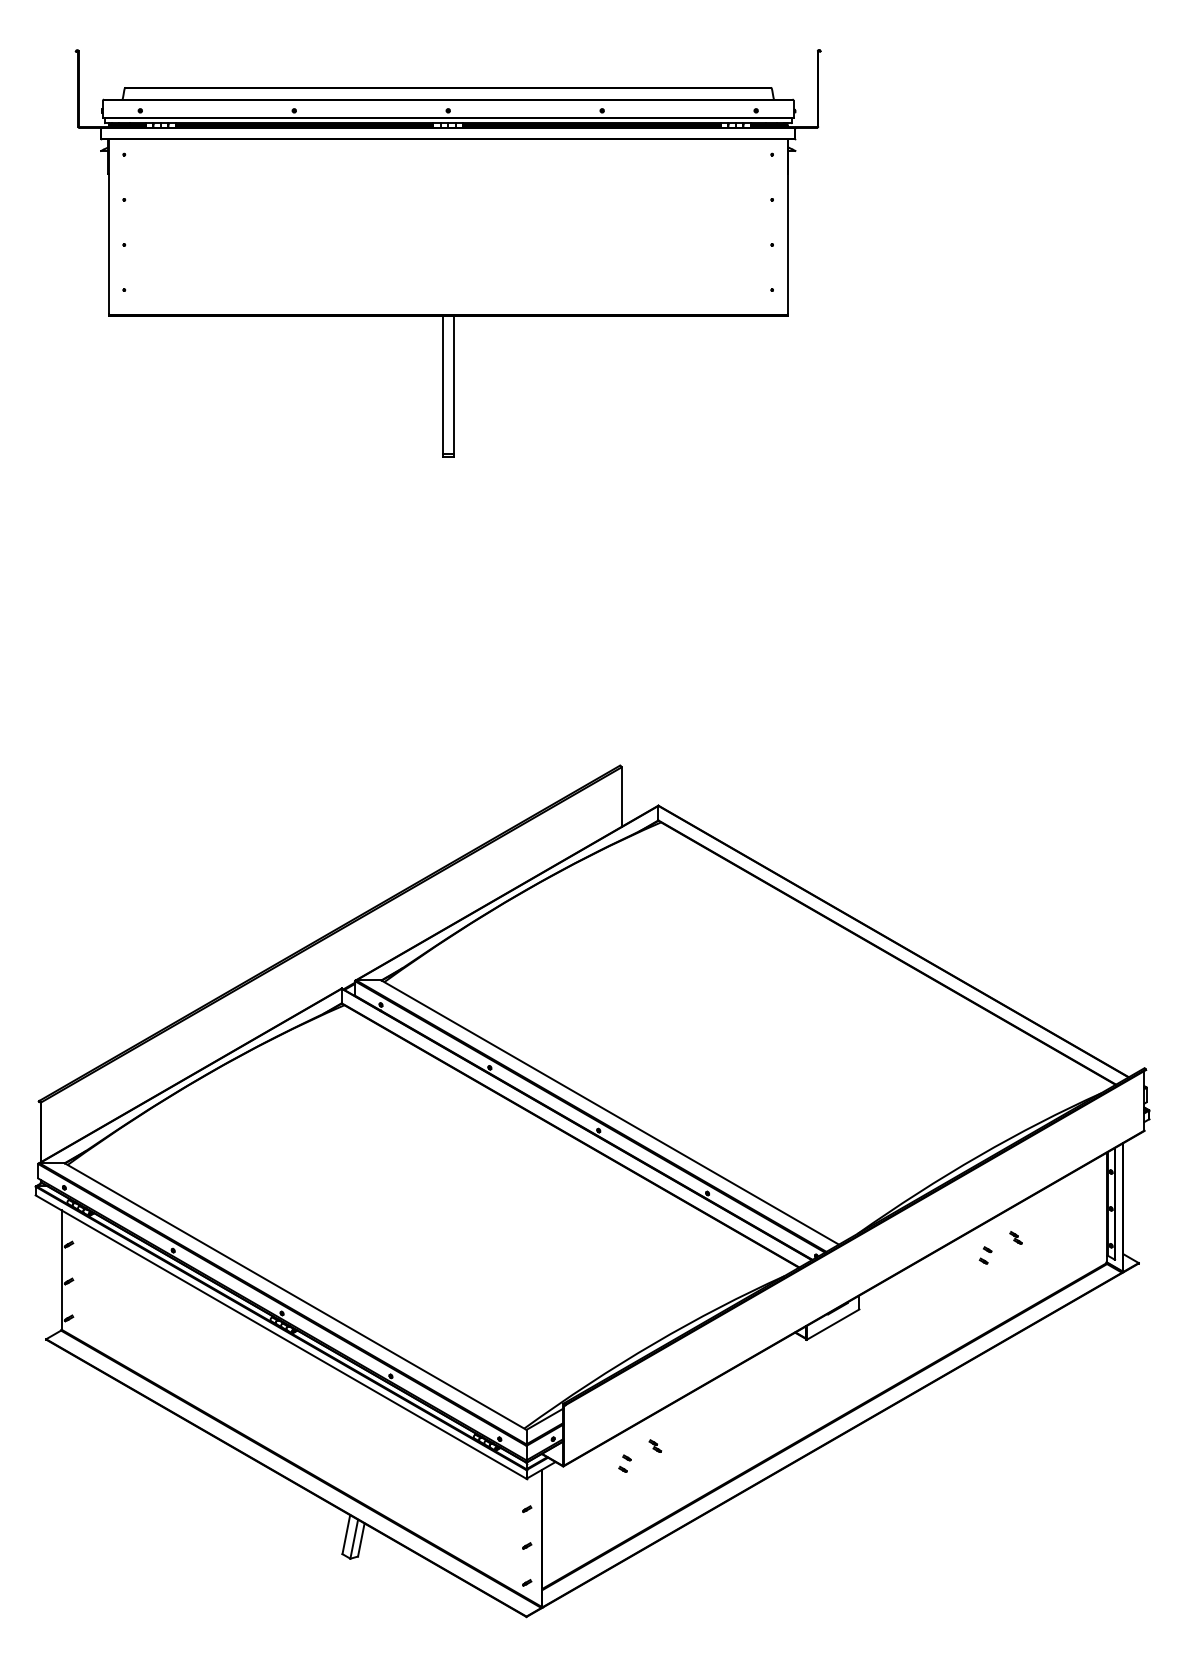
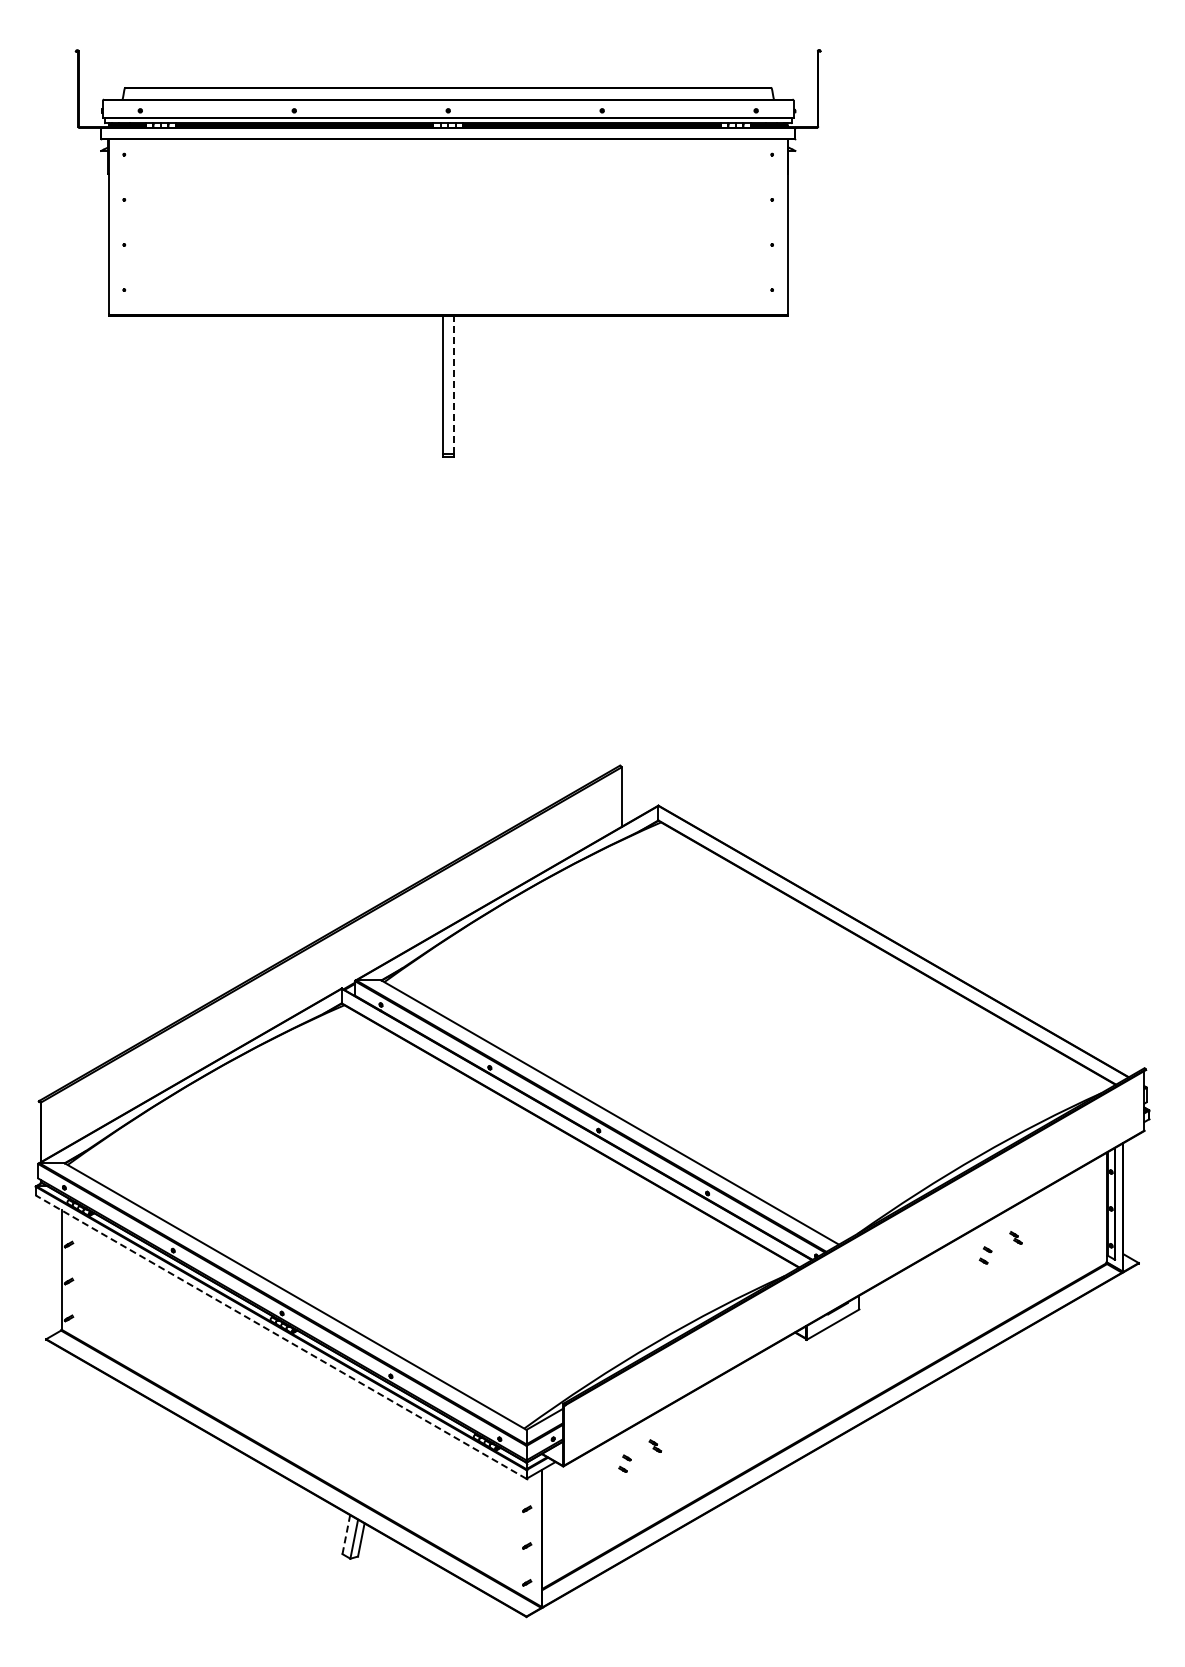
line at (453, 384): solid -> dashed
line at (280, 1336): solid -> dashed
line at (346, 1534): solid -> dashed
